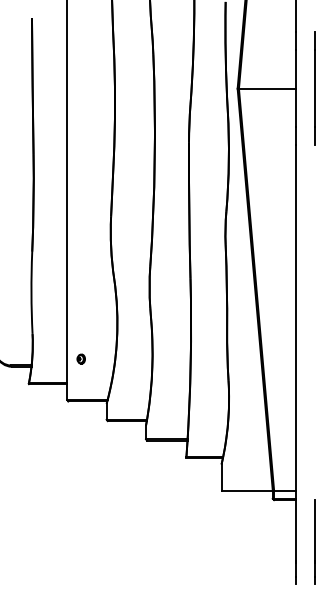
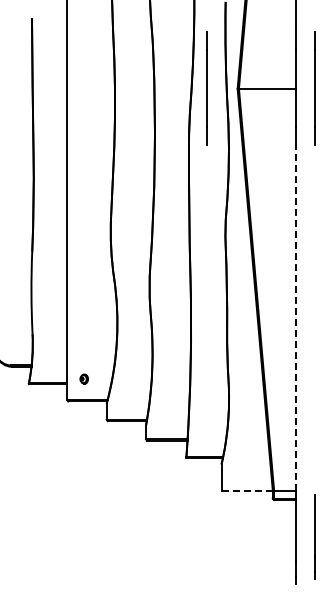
line at (206, 88): none -> present
line at (295, 317): solid -> dashed
part at (80, 358) position: (80, 358) -> (83, 378)
line at (247, 490): solid -> dashed
line at (314, 541) position: (314, 541) -> (314, 536)
